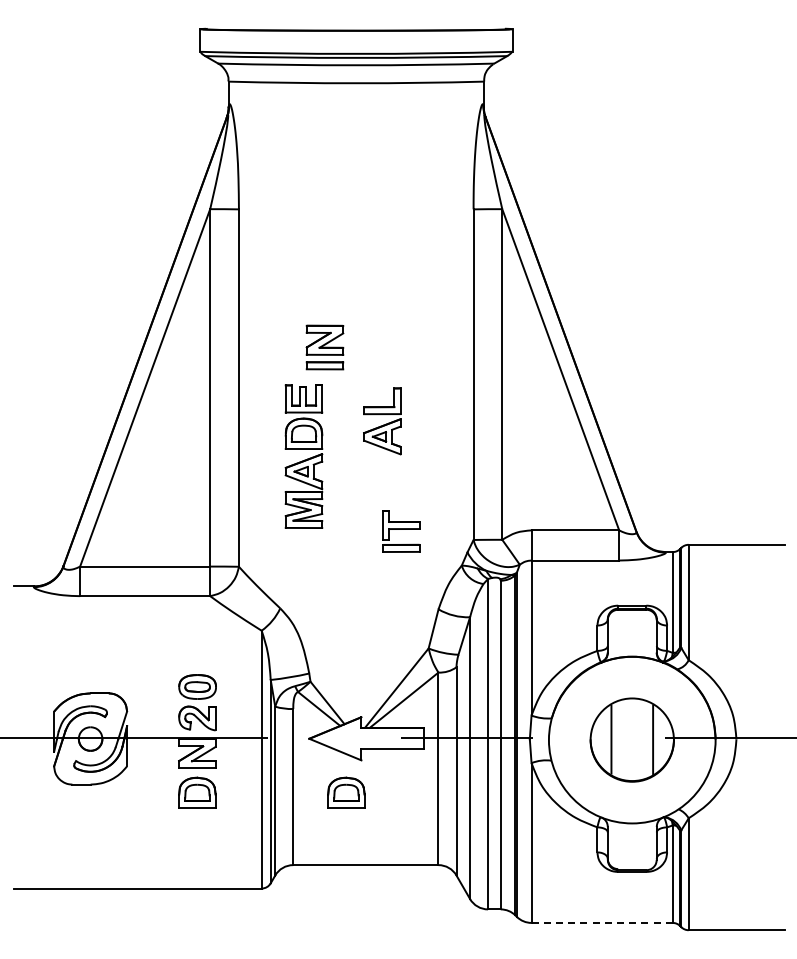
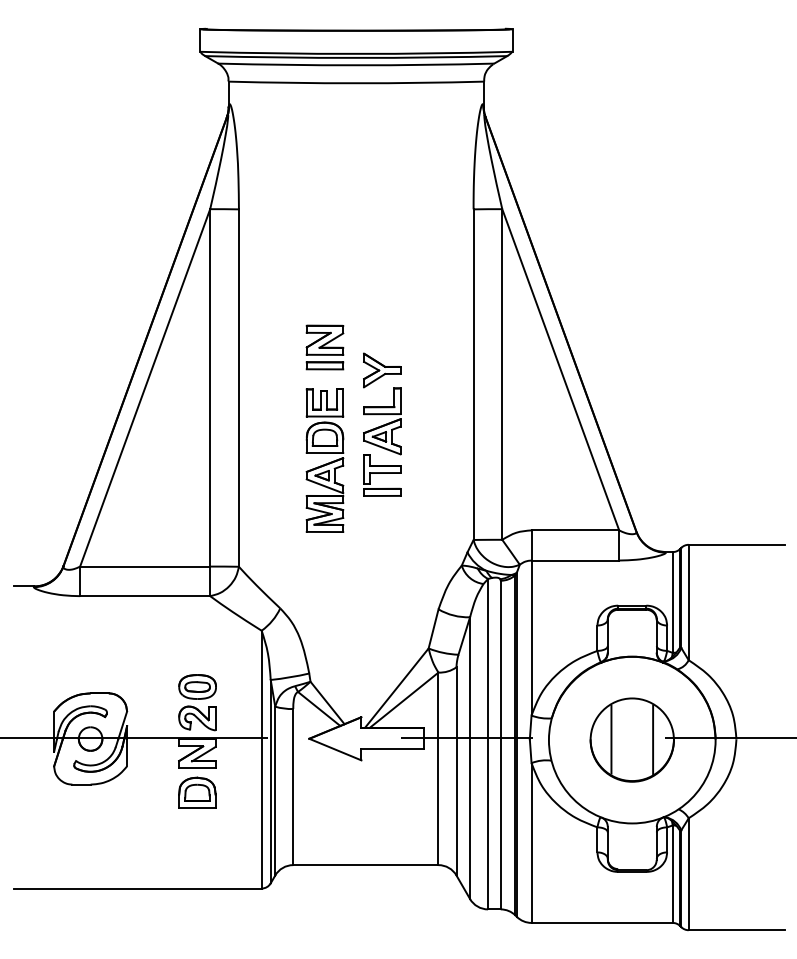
part at (382, 370): none -> present
part at (303, 456) position: (303, 456) -> (324, 460)
part at (401, 531) position: (401, 531) -> (382, 475)
part at (346, 792): present -> none
line at (602, 922): dashed -> solid
